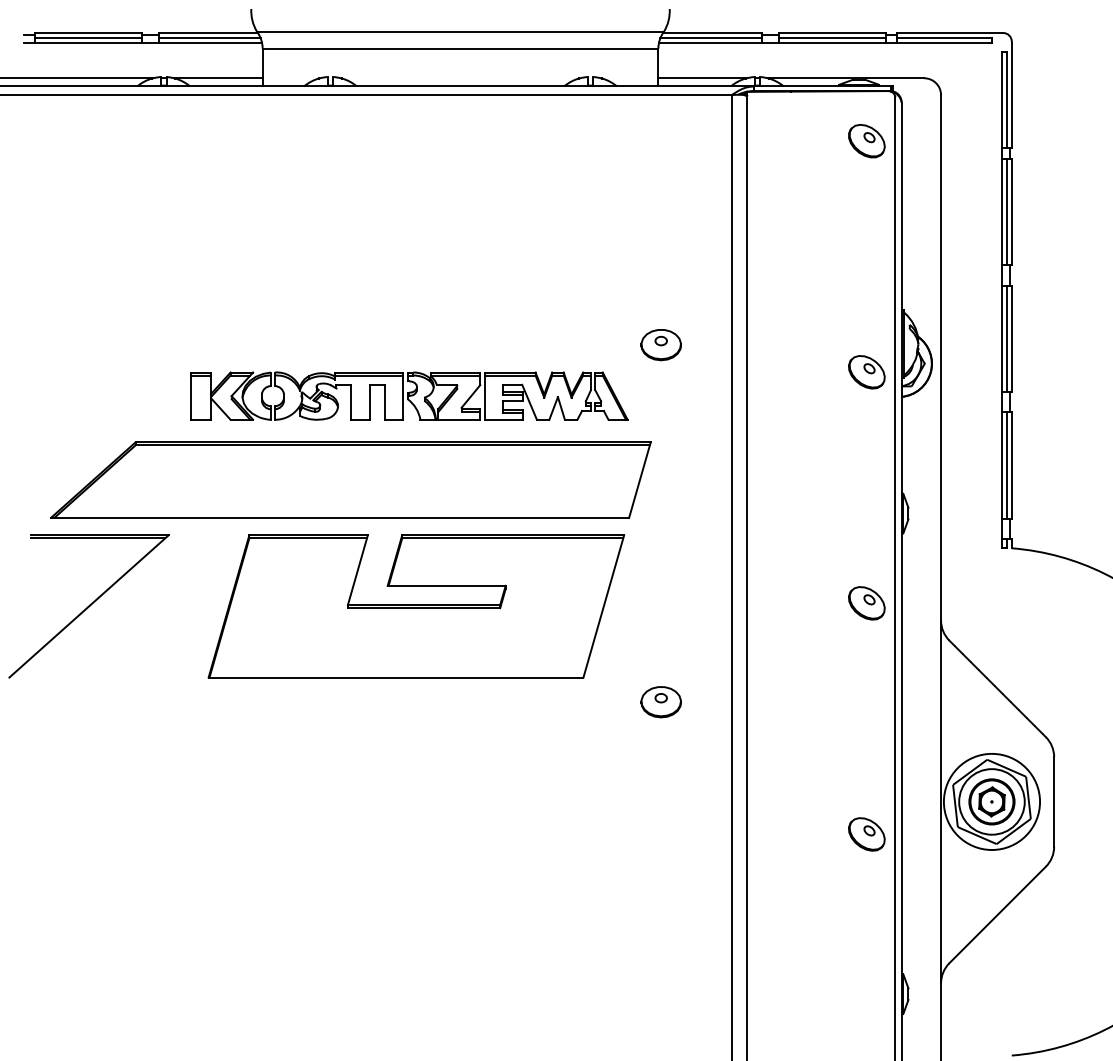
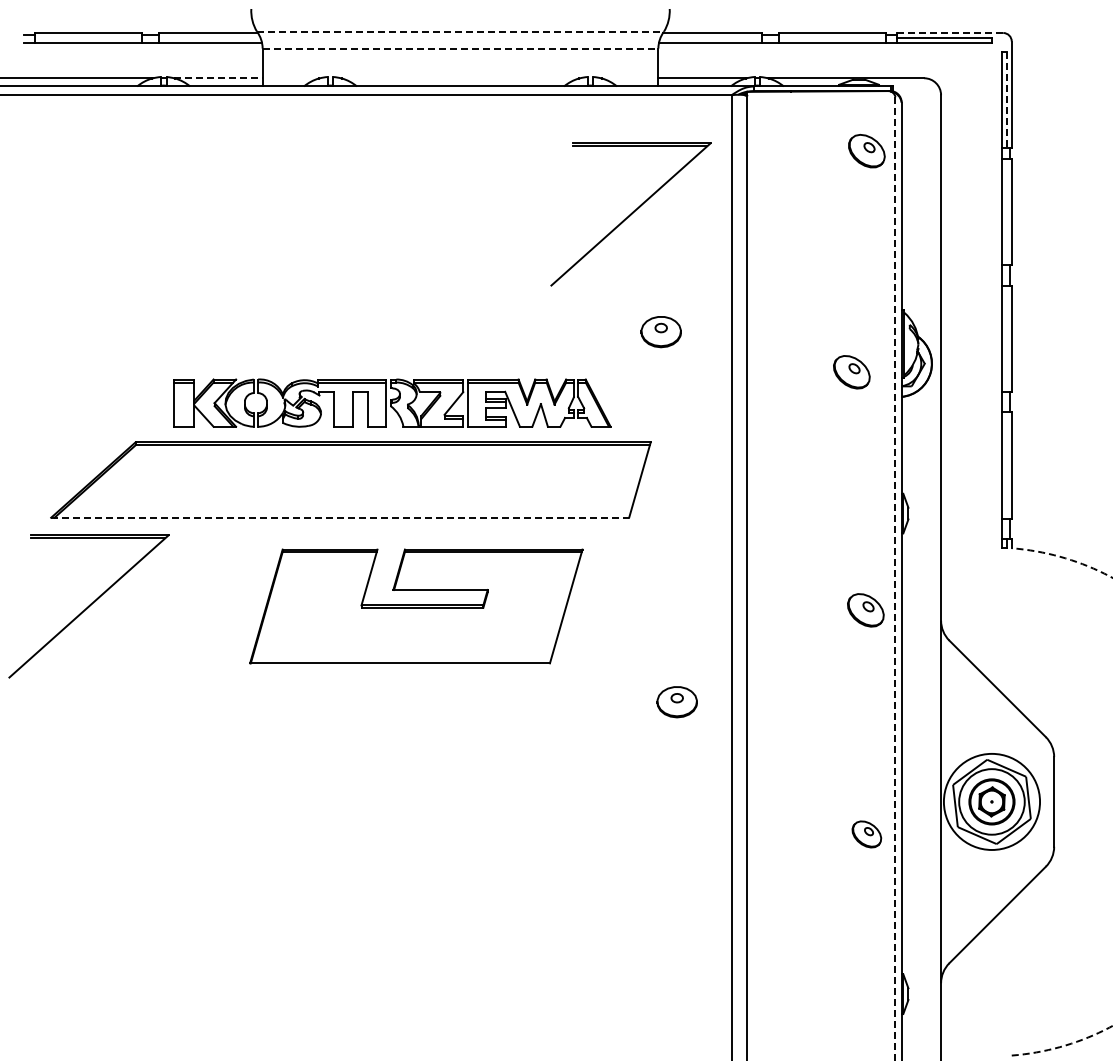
line at (460, 31): solid -> dashed
line at (949, 33): solid -> dashed
line at (88, 38): present -> none
line at (209, 38): present -> none
line at (710, 38): present -> none
line at (832, 38): present -> none
line at (460, 48): solid -> dashed
line at (218, 78): solid -> dashed
line at (1006, 100): solid -> dashed
part at (866, 141) position: (866, 141) -> (866, 151)
line at (1006, 212): present -> none
part at (630, 214): none -> present
line at (1006, 338): present -> none
part at (660, 345) position: (660, 345) -> (660, 332)
part at (866, 372) position: (866, 372) -> (851, 372)
part at (409, 395) position: (409, 395) -> (392, 402)
line at (1006, 465): present -> none
line at (340, 517): solid -> dashed
arc at (1112, 578): solid -> dashed
line at (895, 579): solid -> dashed
part at (866, 603) position: (866, 603) -> (865, 610)
part at (415, 606) size: 418x145 px -> 335x117 px
part at (660, 702) position: (660, 702) -> (676, 702)
part at (866, 834) size: 38x35 px -> 32x29 px
